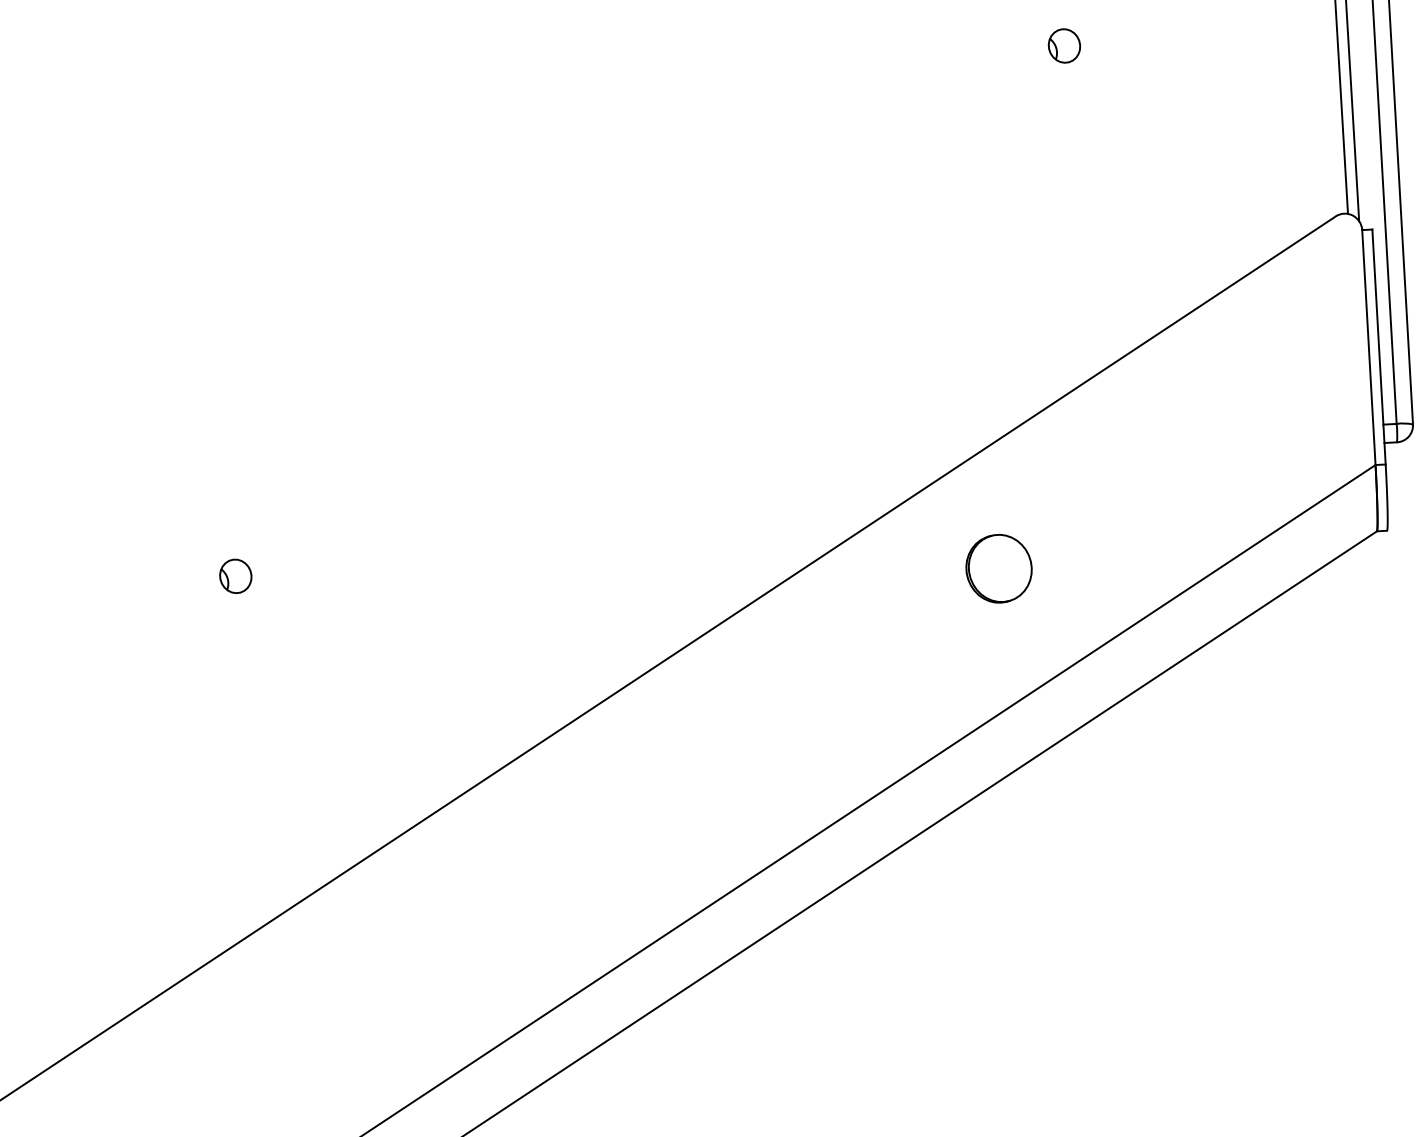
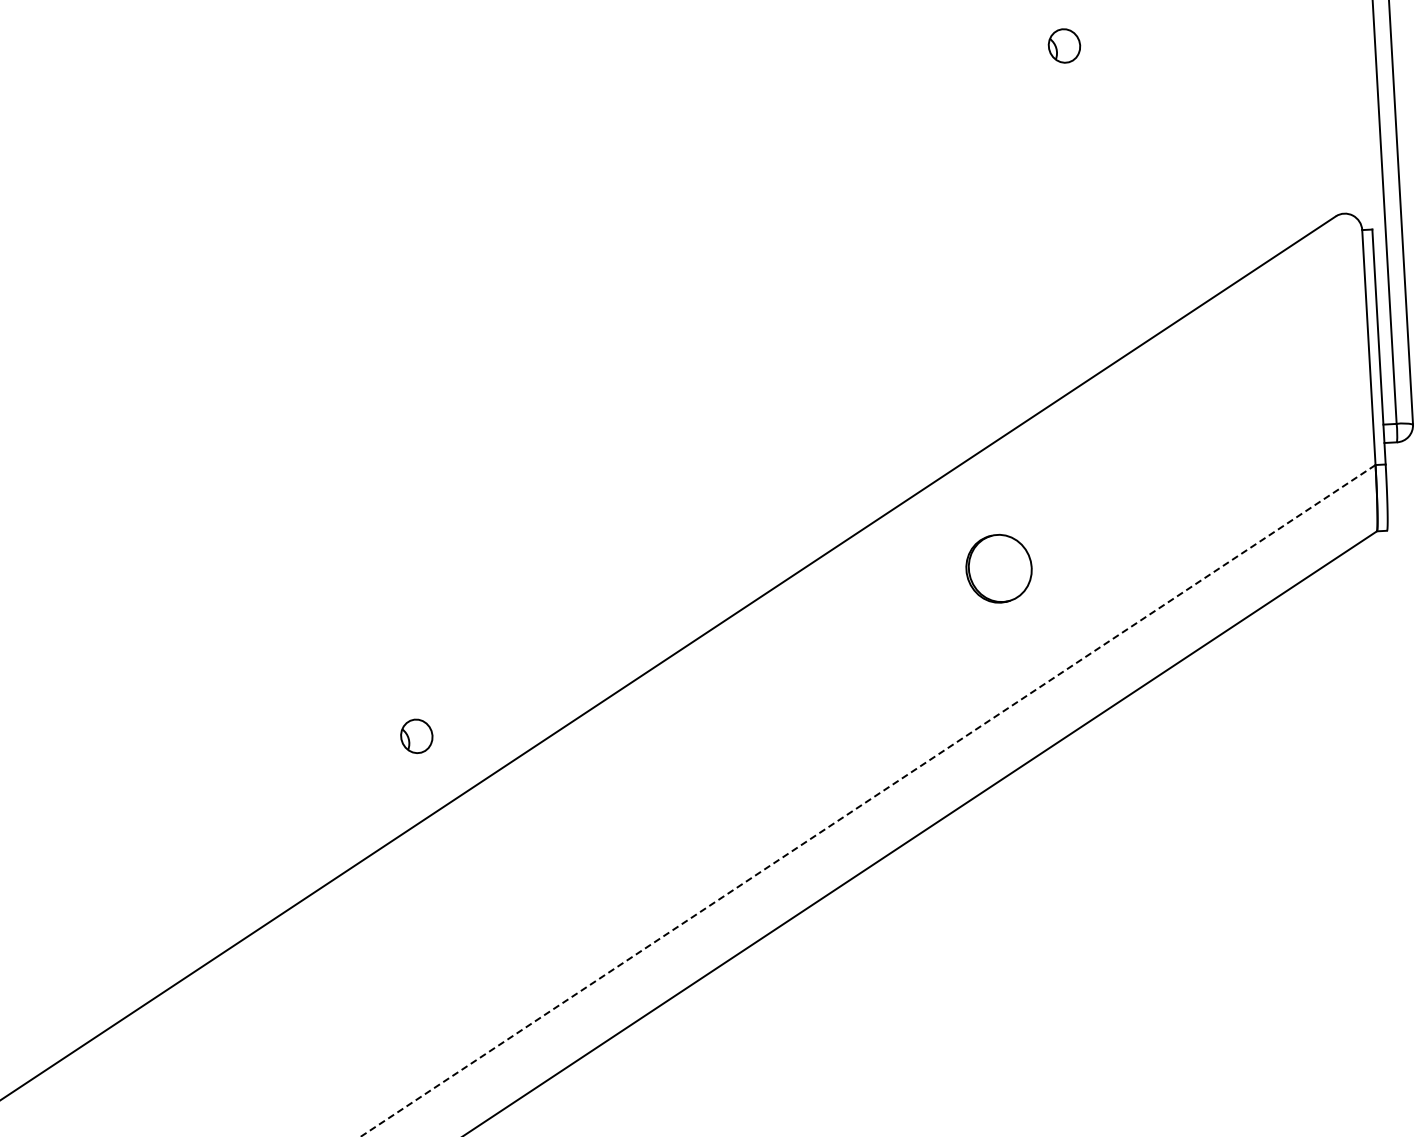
line at (1341, 107): present -> none
line at (1352, 111): present -> none
part at (235, 575) position: (235, 575) -> (416, 735)
line at (867, 801): solid -> dashed
